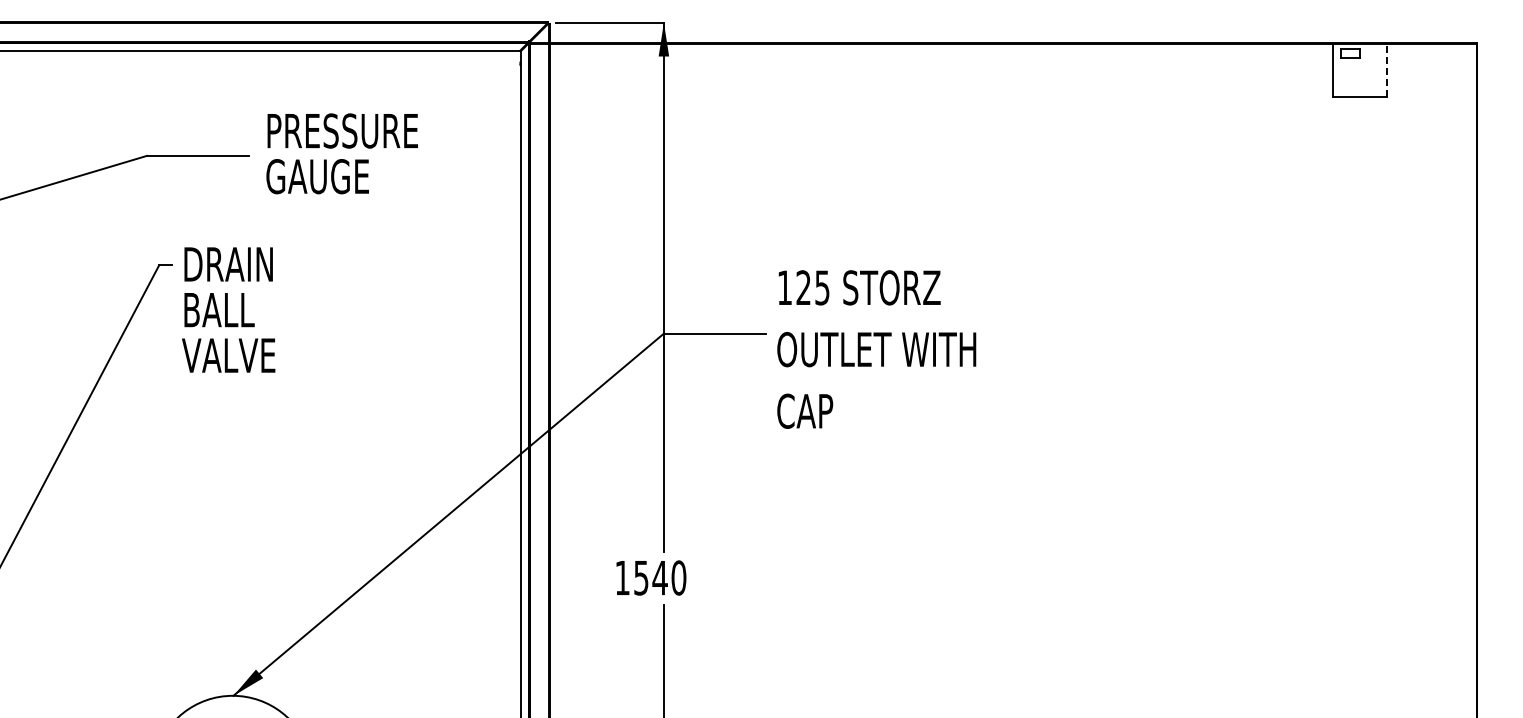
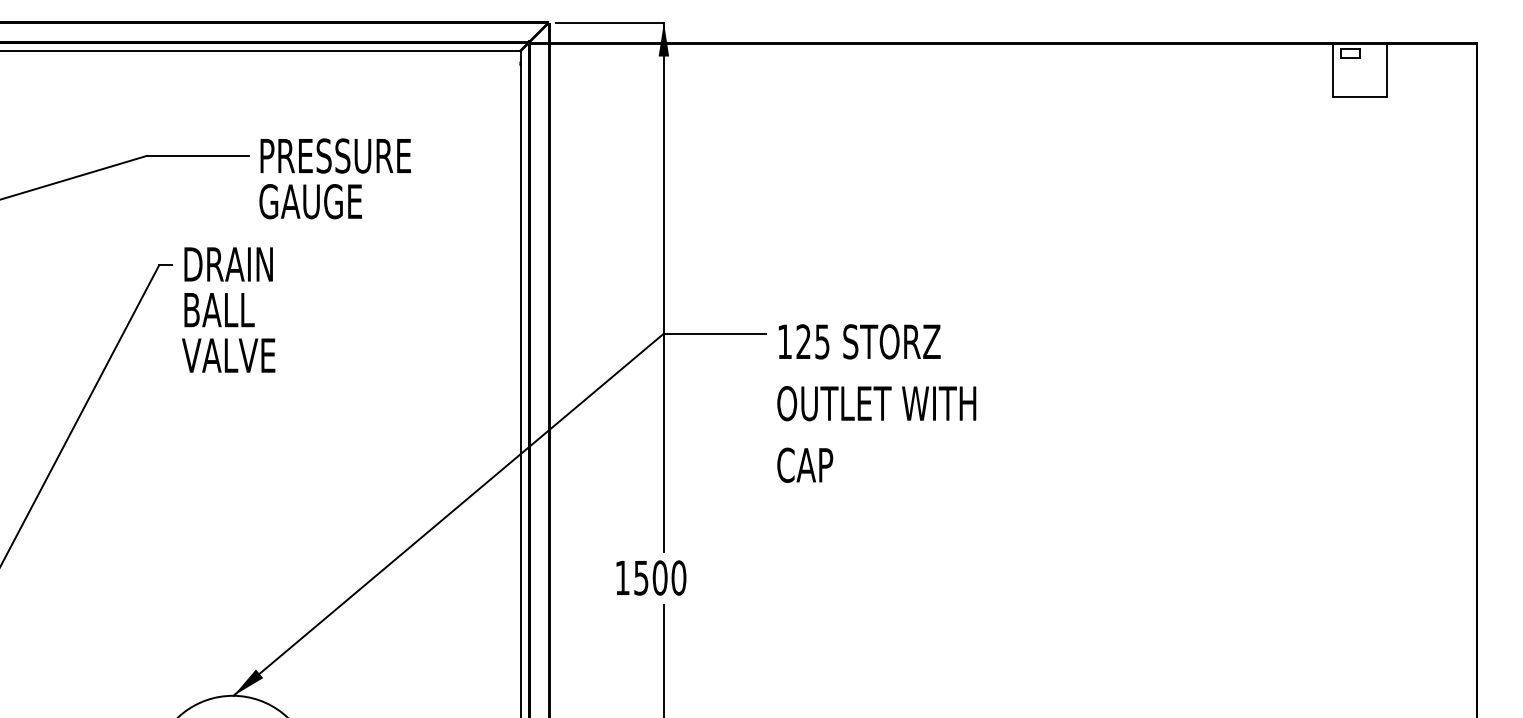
line at (1387, 70): dashed -> solid
text at (341, 153) position: (341, 153) -> (334, 178)
text at (876, 349) position: (876, 349) -> (876, 403)
text at (659, 577): 1540 -> 1500
